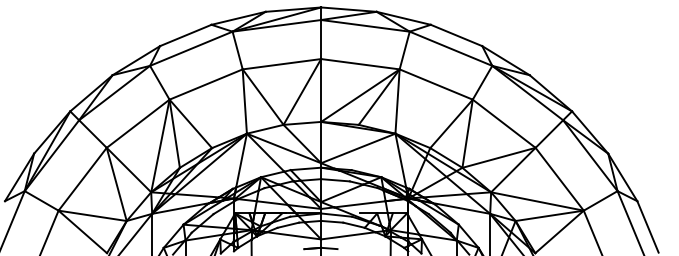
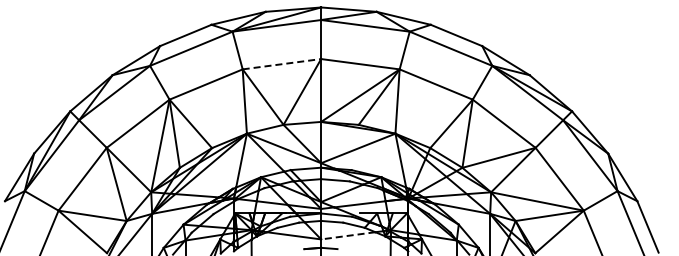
line at (281, 64): solid -> dashed
line at (347, 235): solid -> dashed
